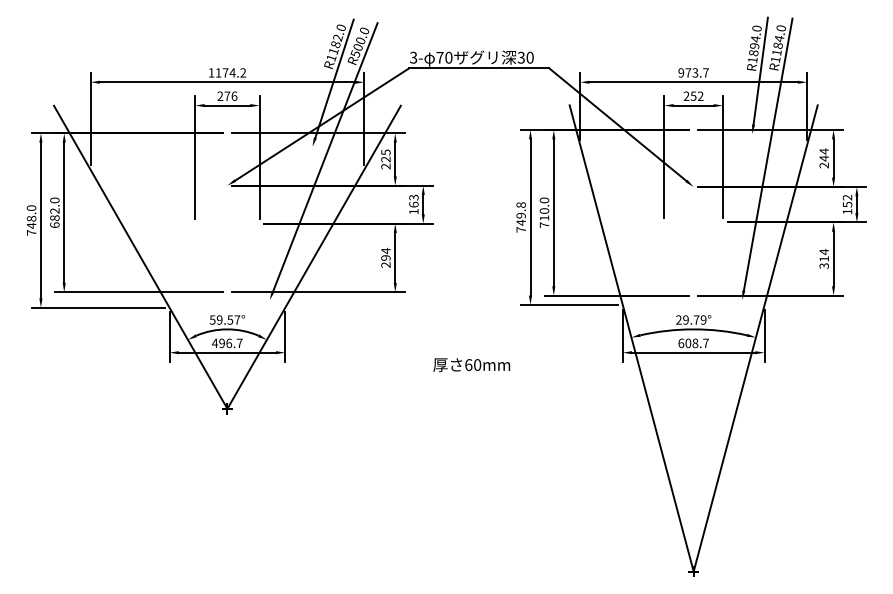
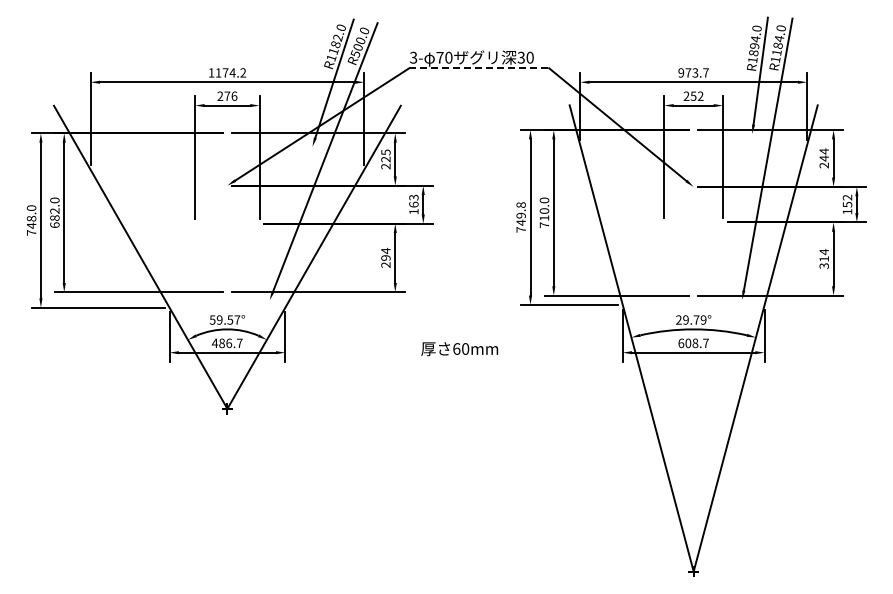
line at (479, 68): solid -> dashed
text at (221, 343): 496.7 -> 486.7
text at (471, 365) position: (471, 365) -> (459, 349)
